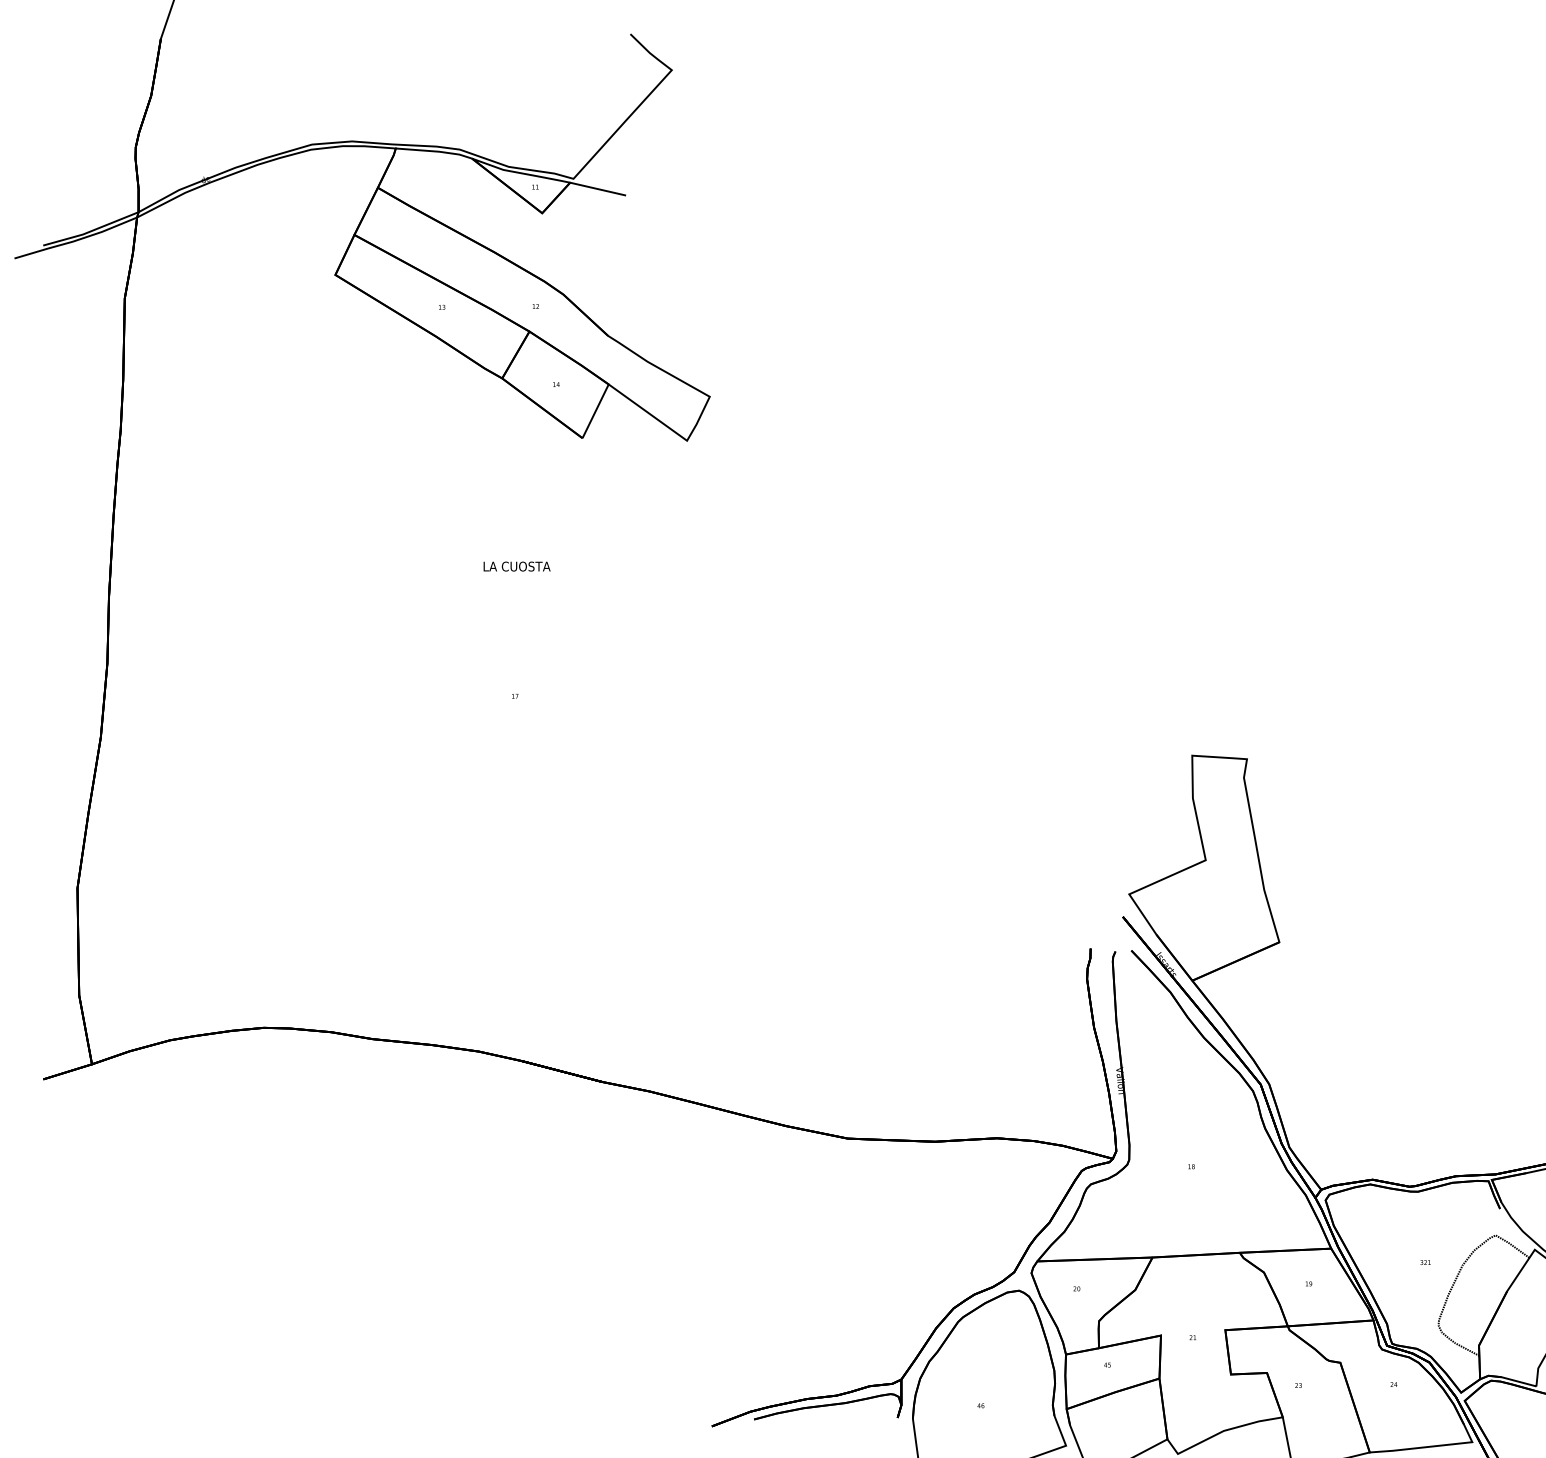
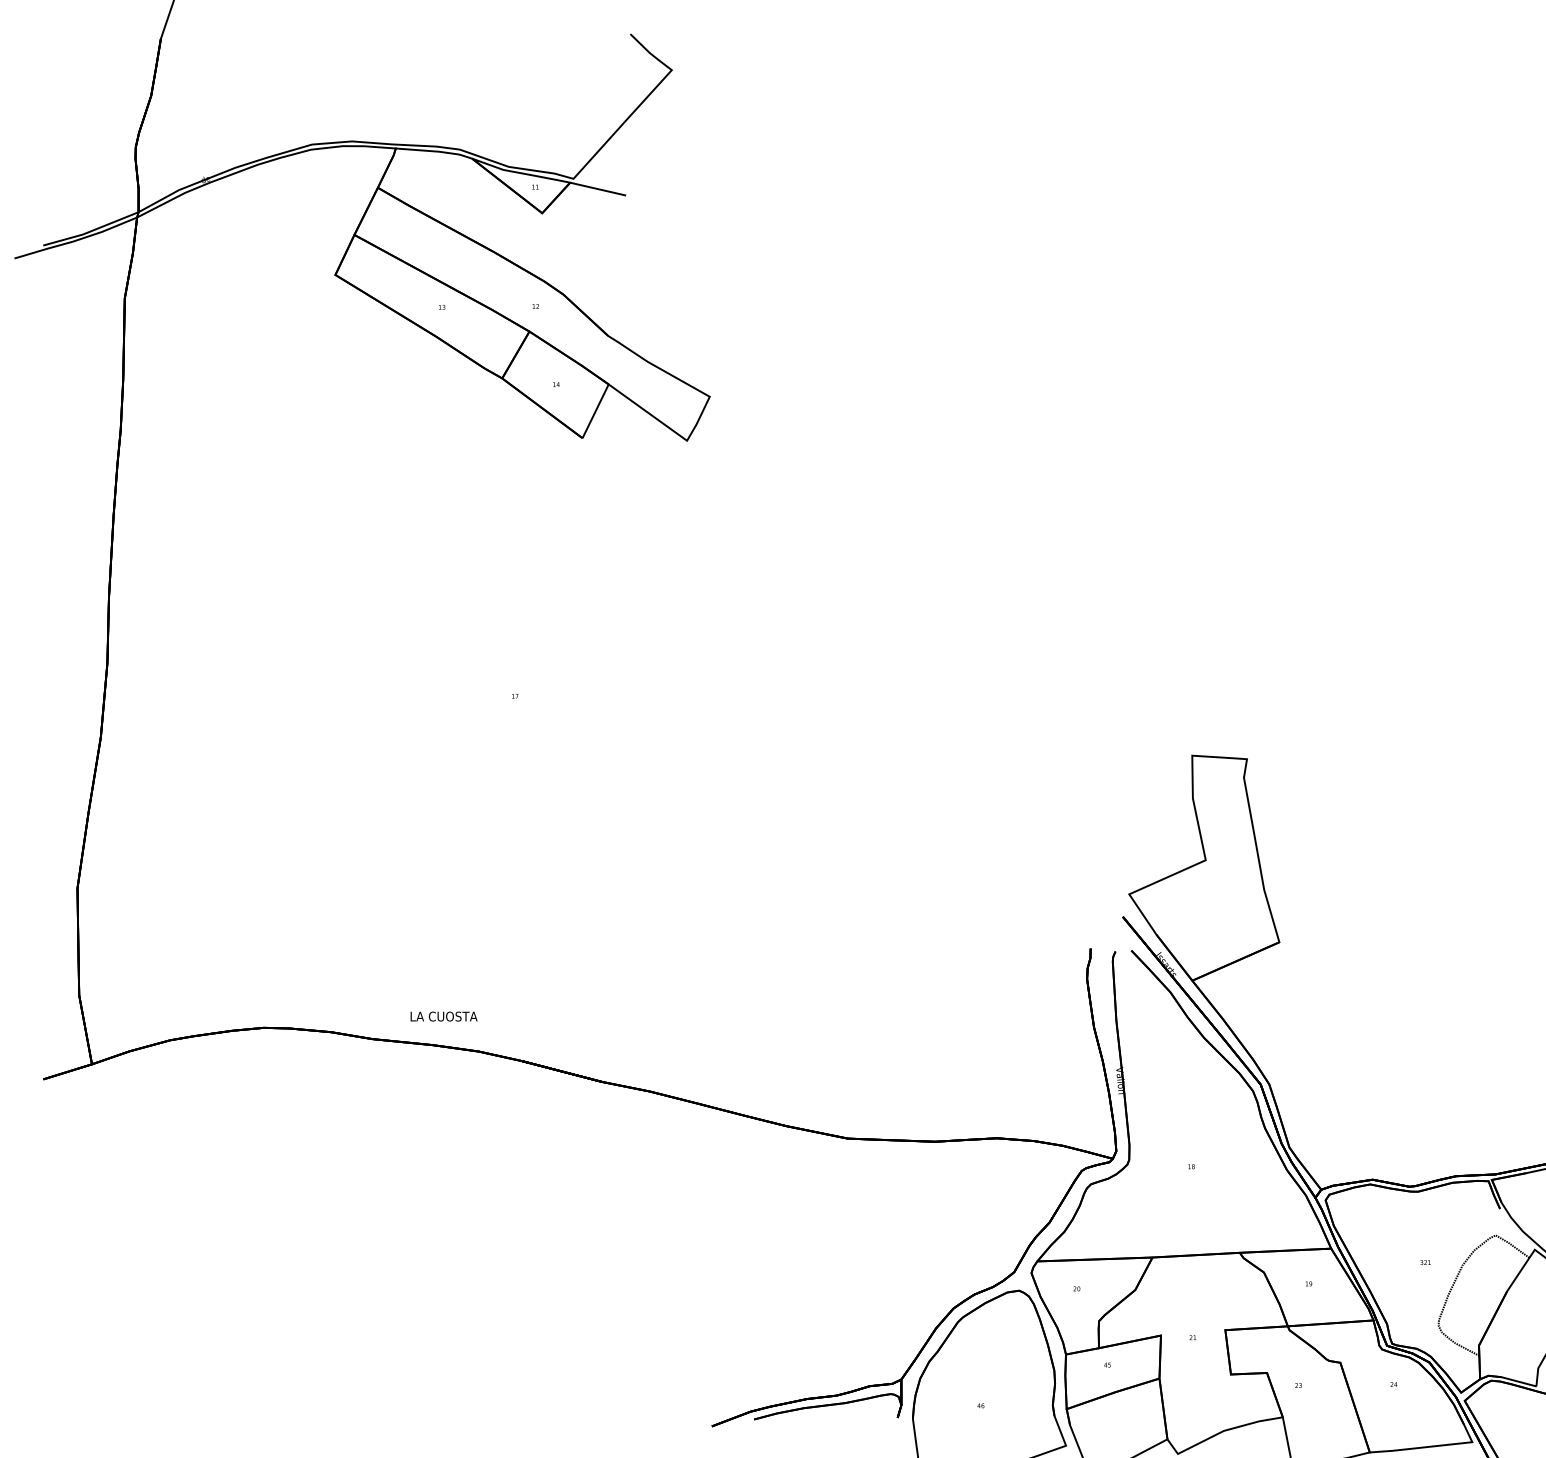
text at (516, 566) position: (516, 566) -> (443, 1016)
